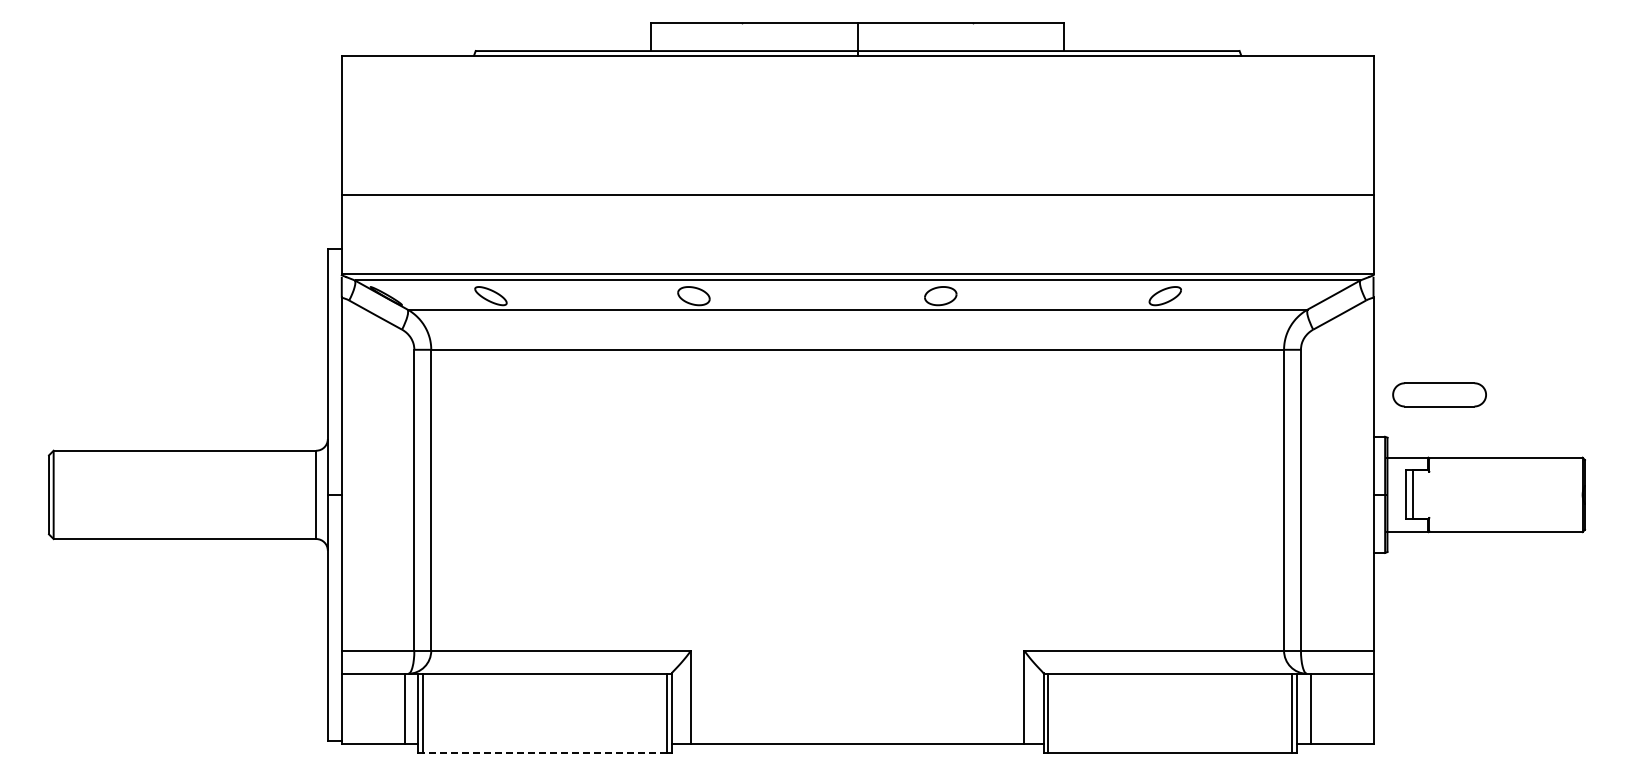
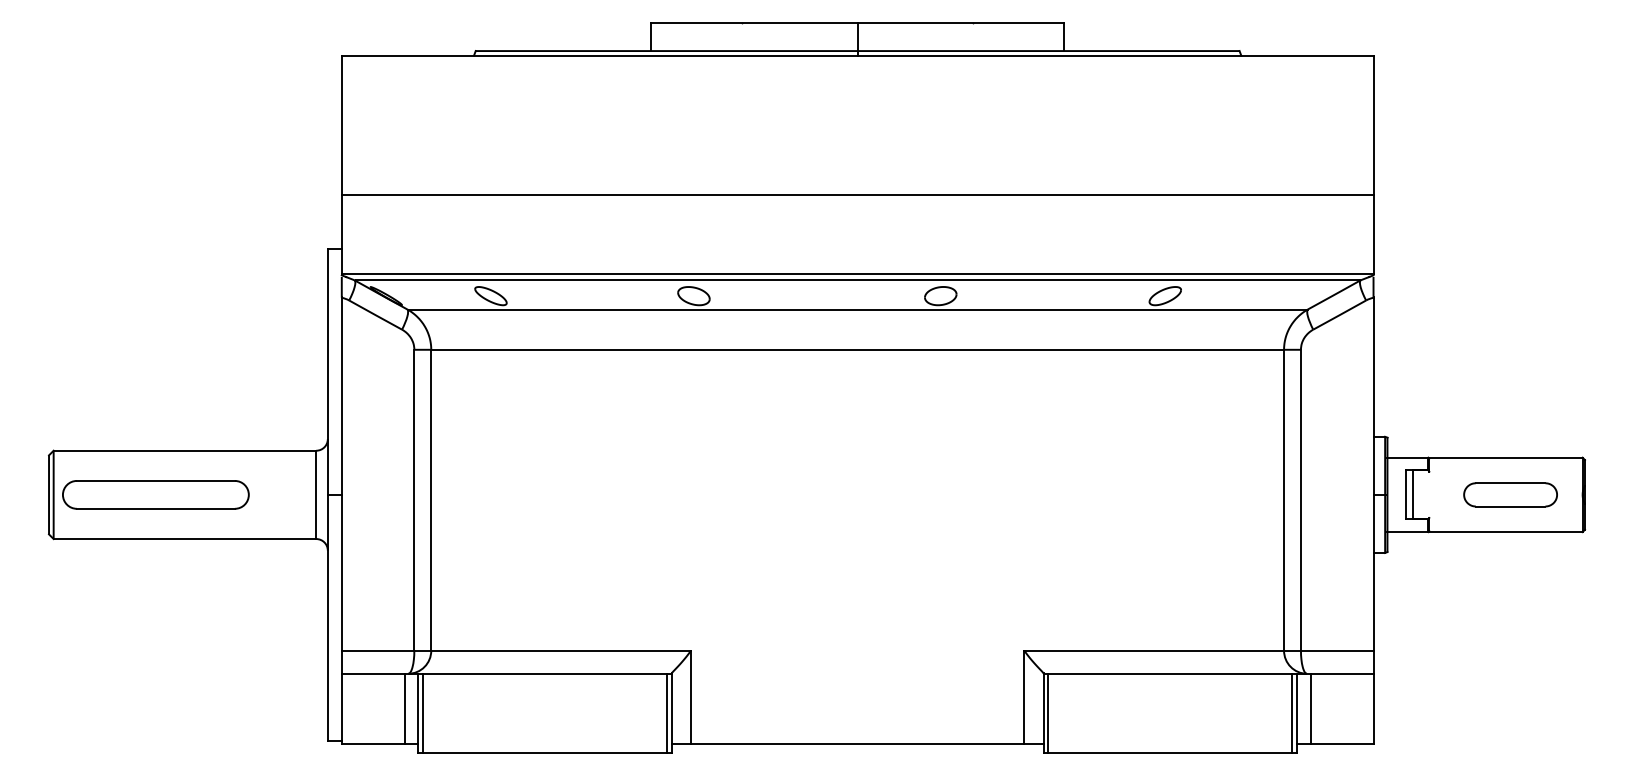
part at (1439, 394) position: (1439, 394) -> (1510, 494)
part at (155, 494): none -> present
line at (545, 752): dashed -> solid
